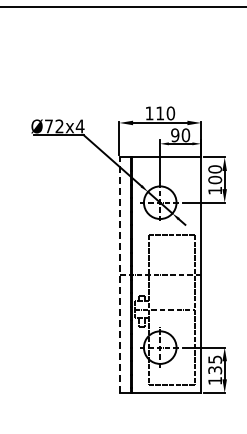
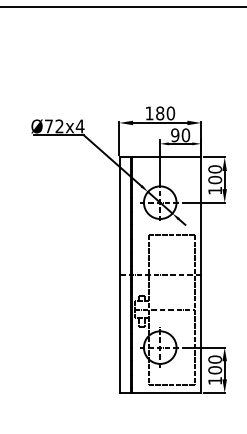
text at (160, 113): 110 -> 180
line at (119, 275): dashed -> solid
text at (215, 364): 135 -> 100
